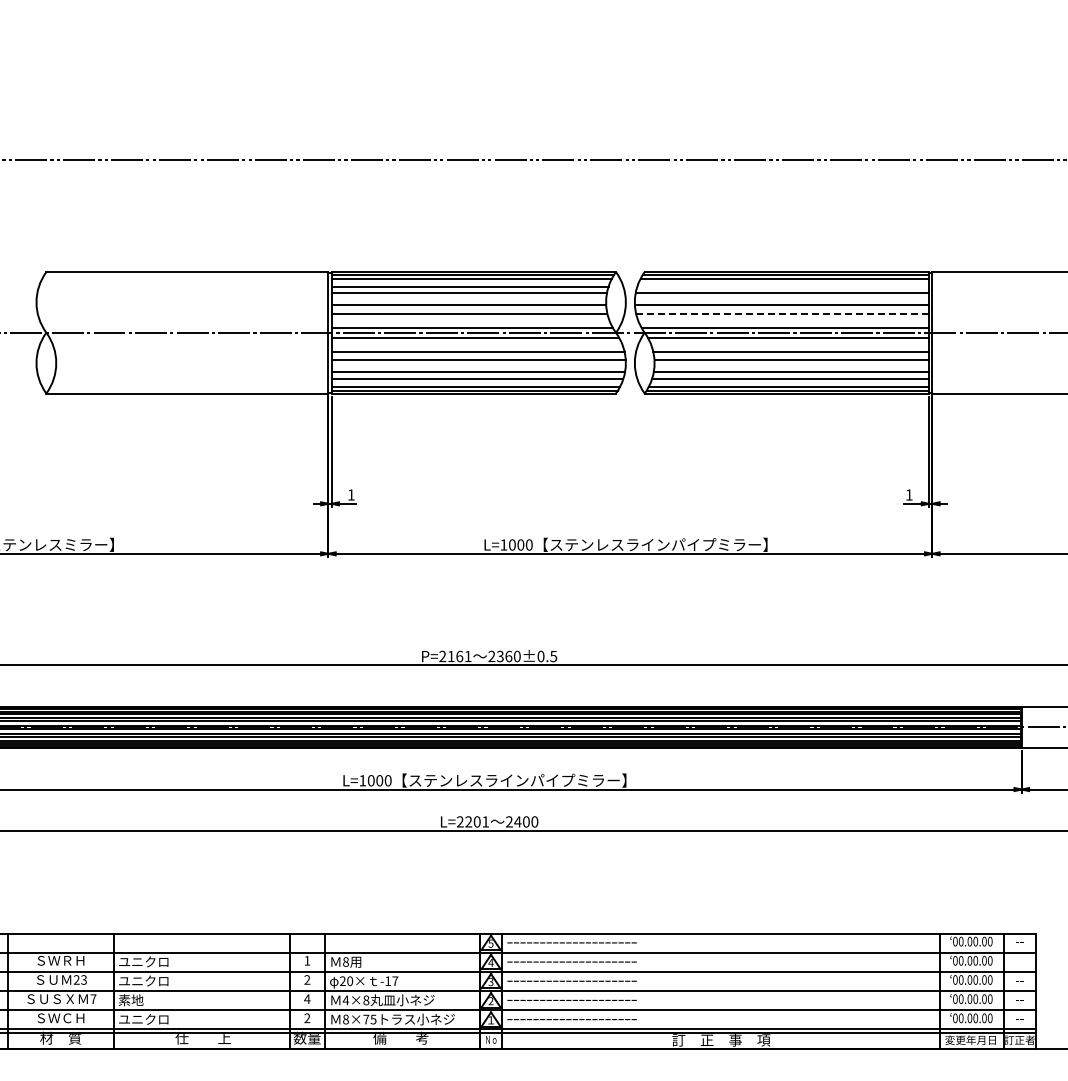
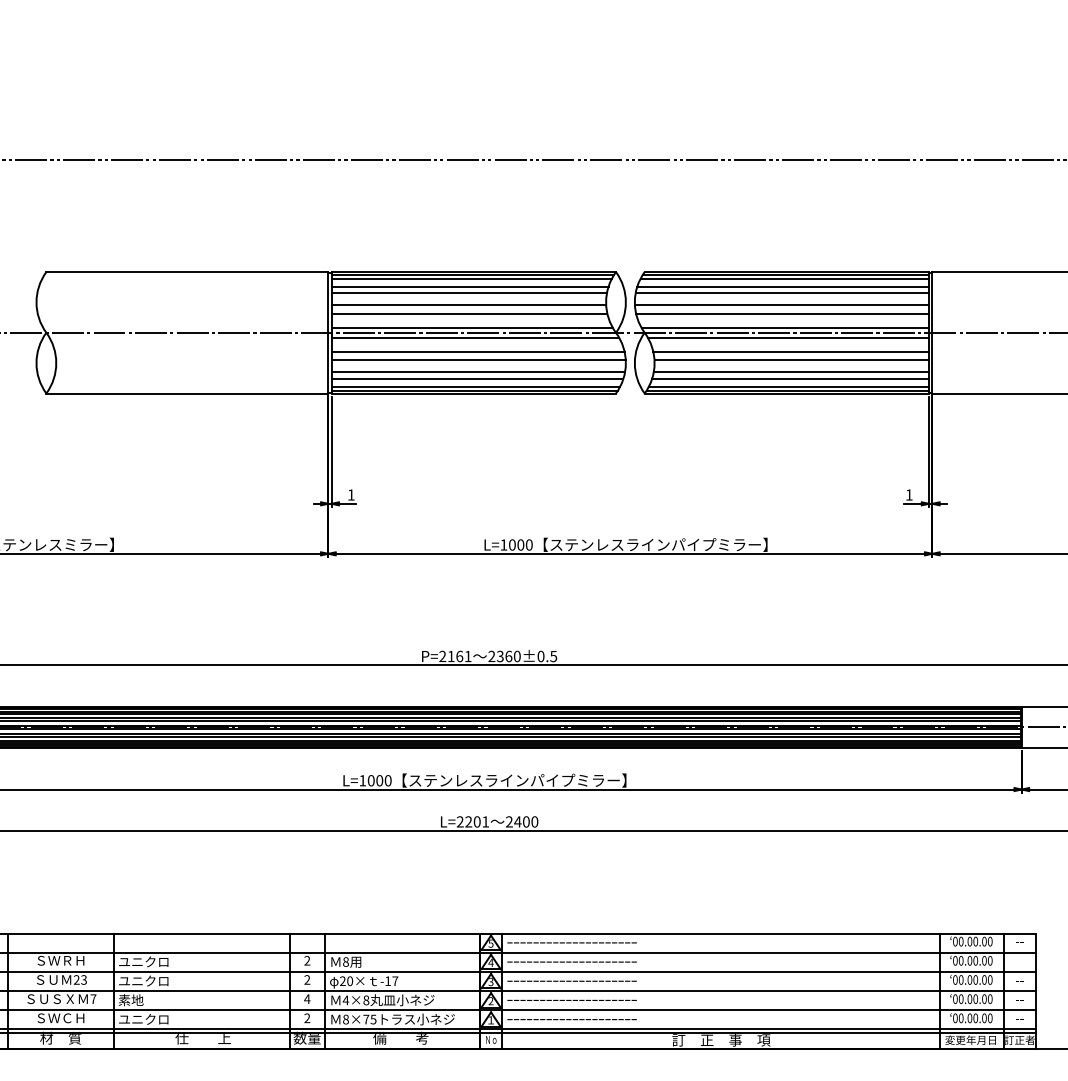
line at (783, 286): none -> present
line at (783, 314): dashed -> solid
text at (307, 960): 1 -> 2
